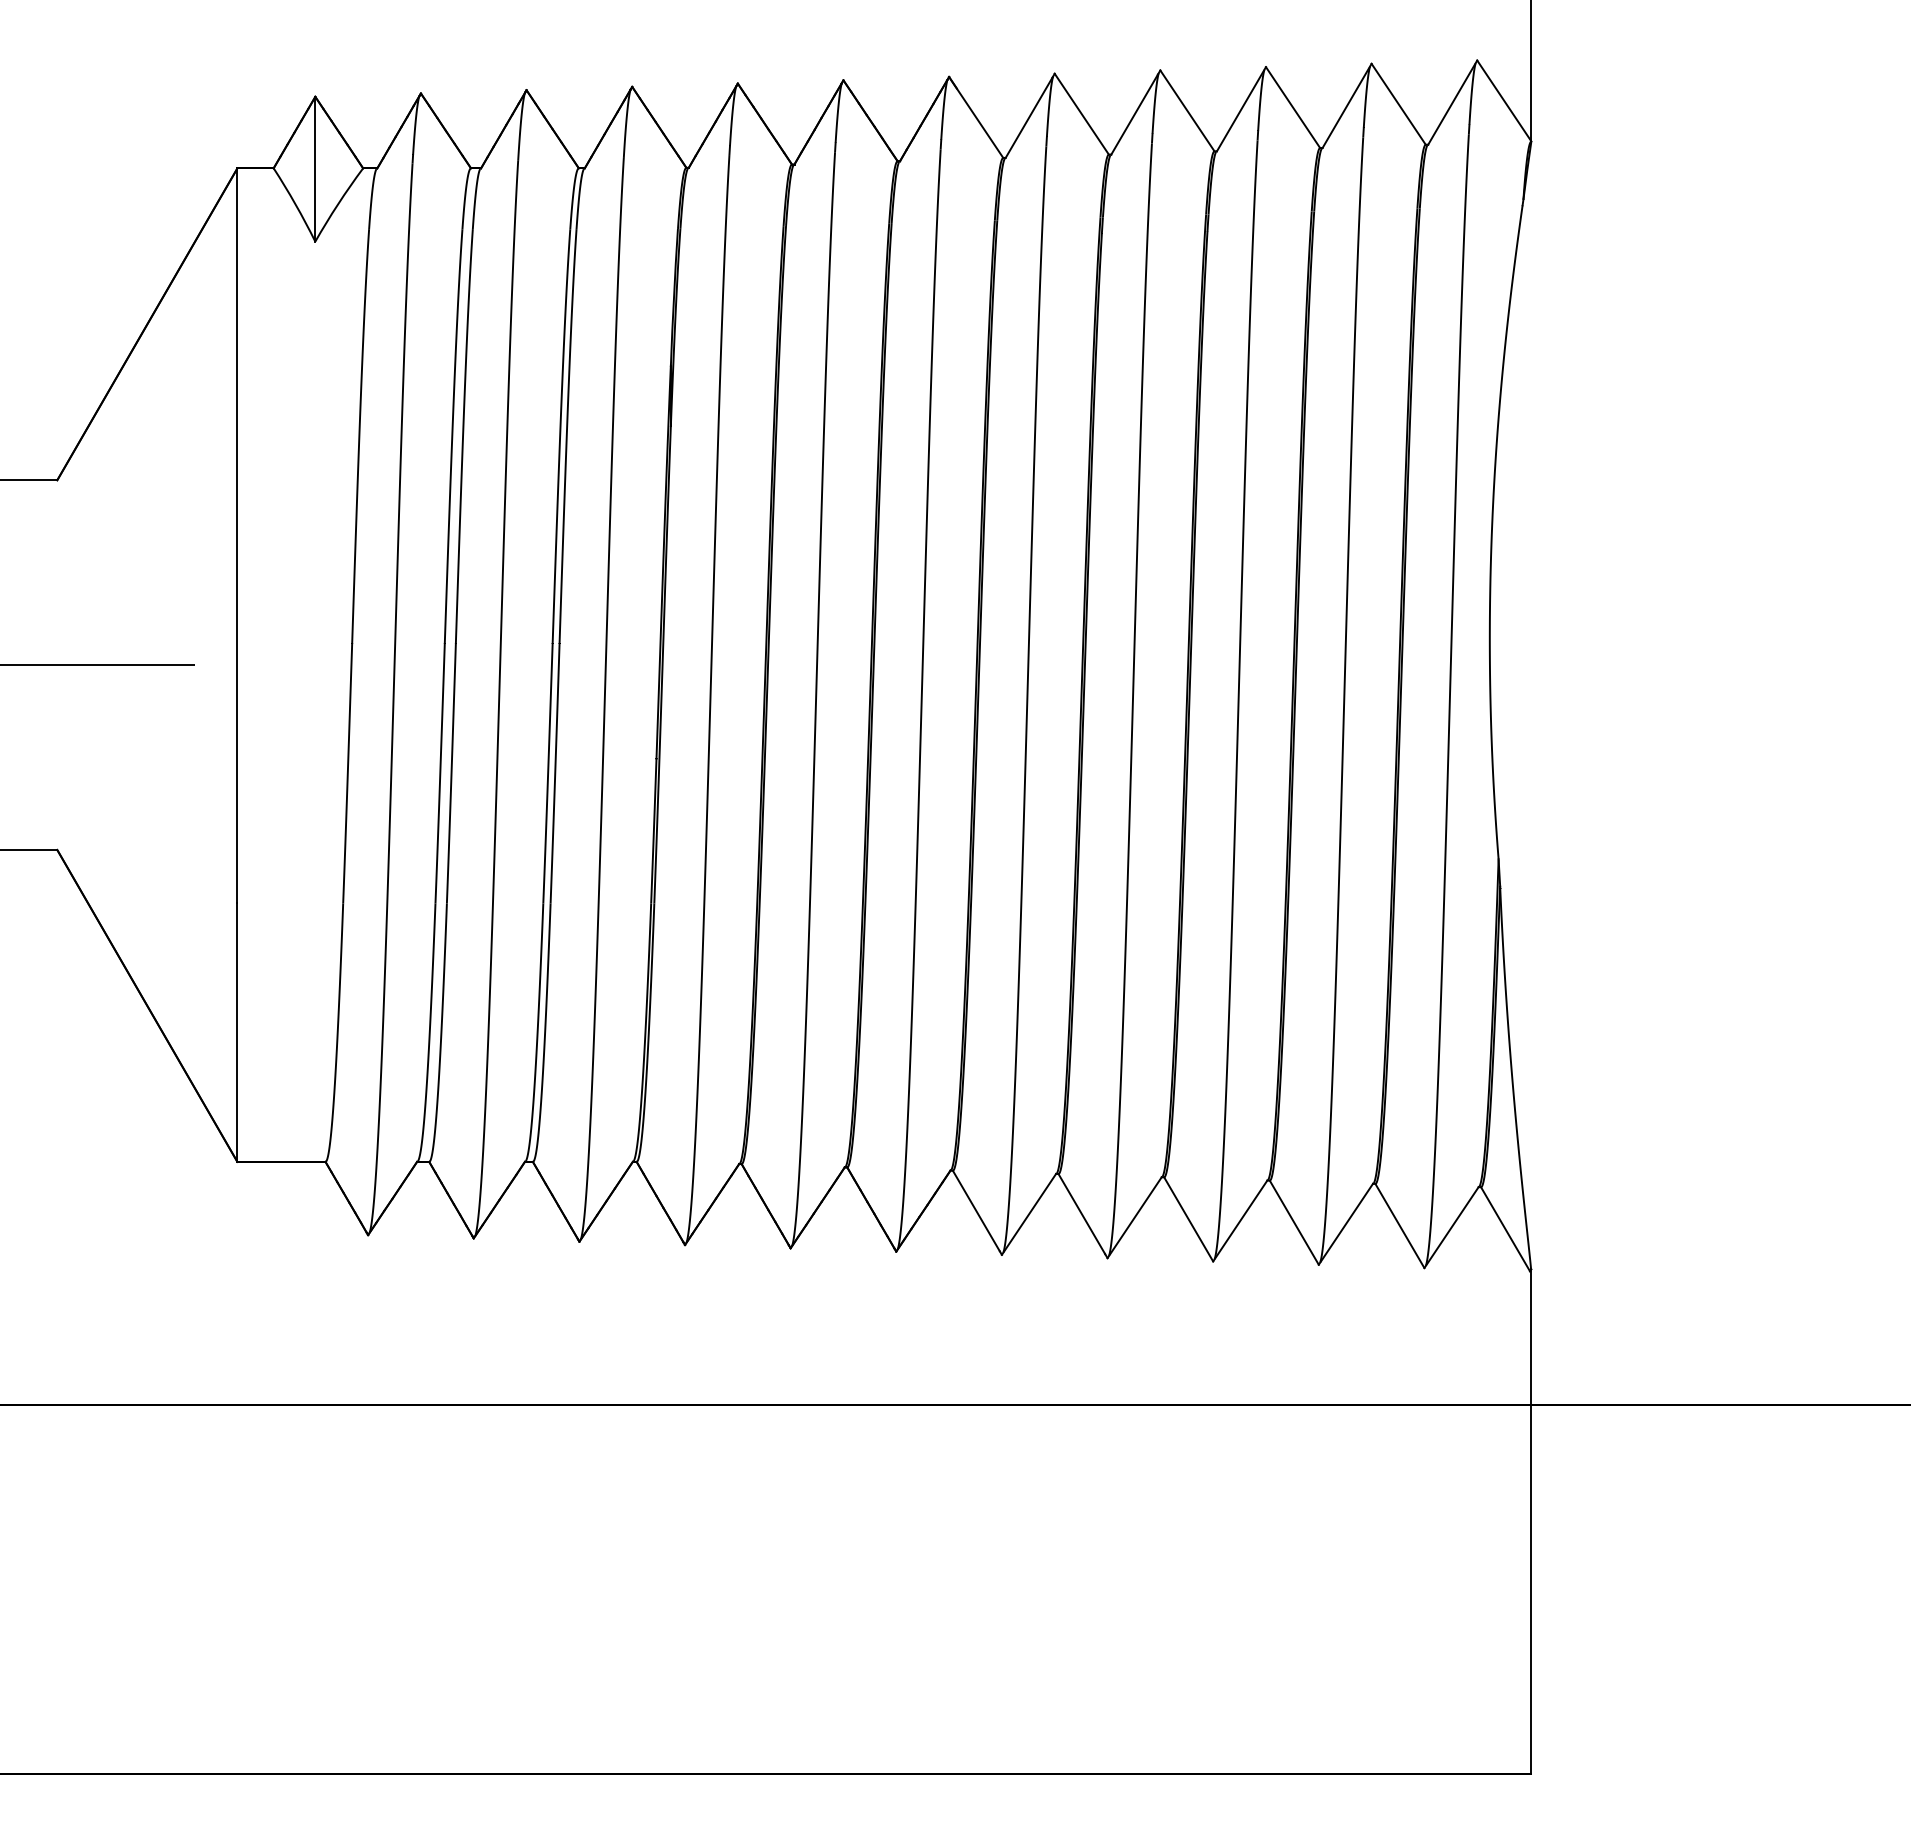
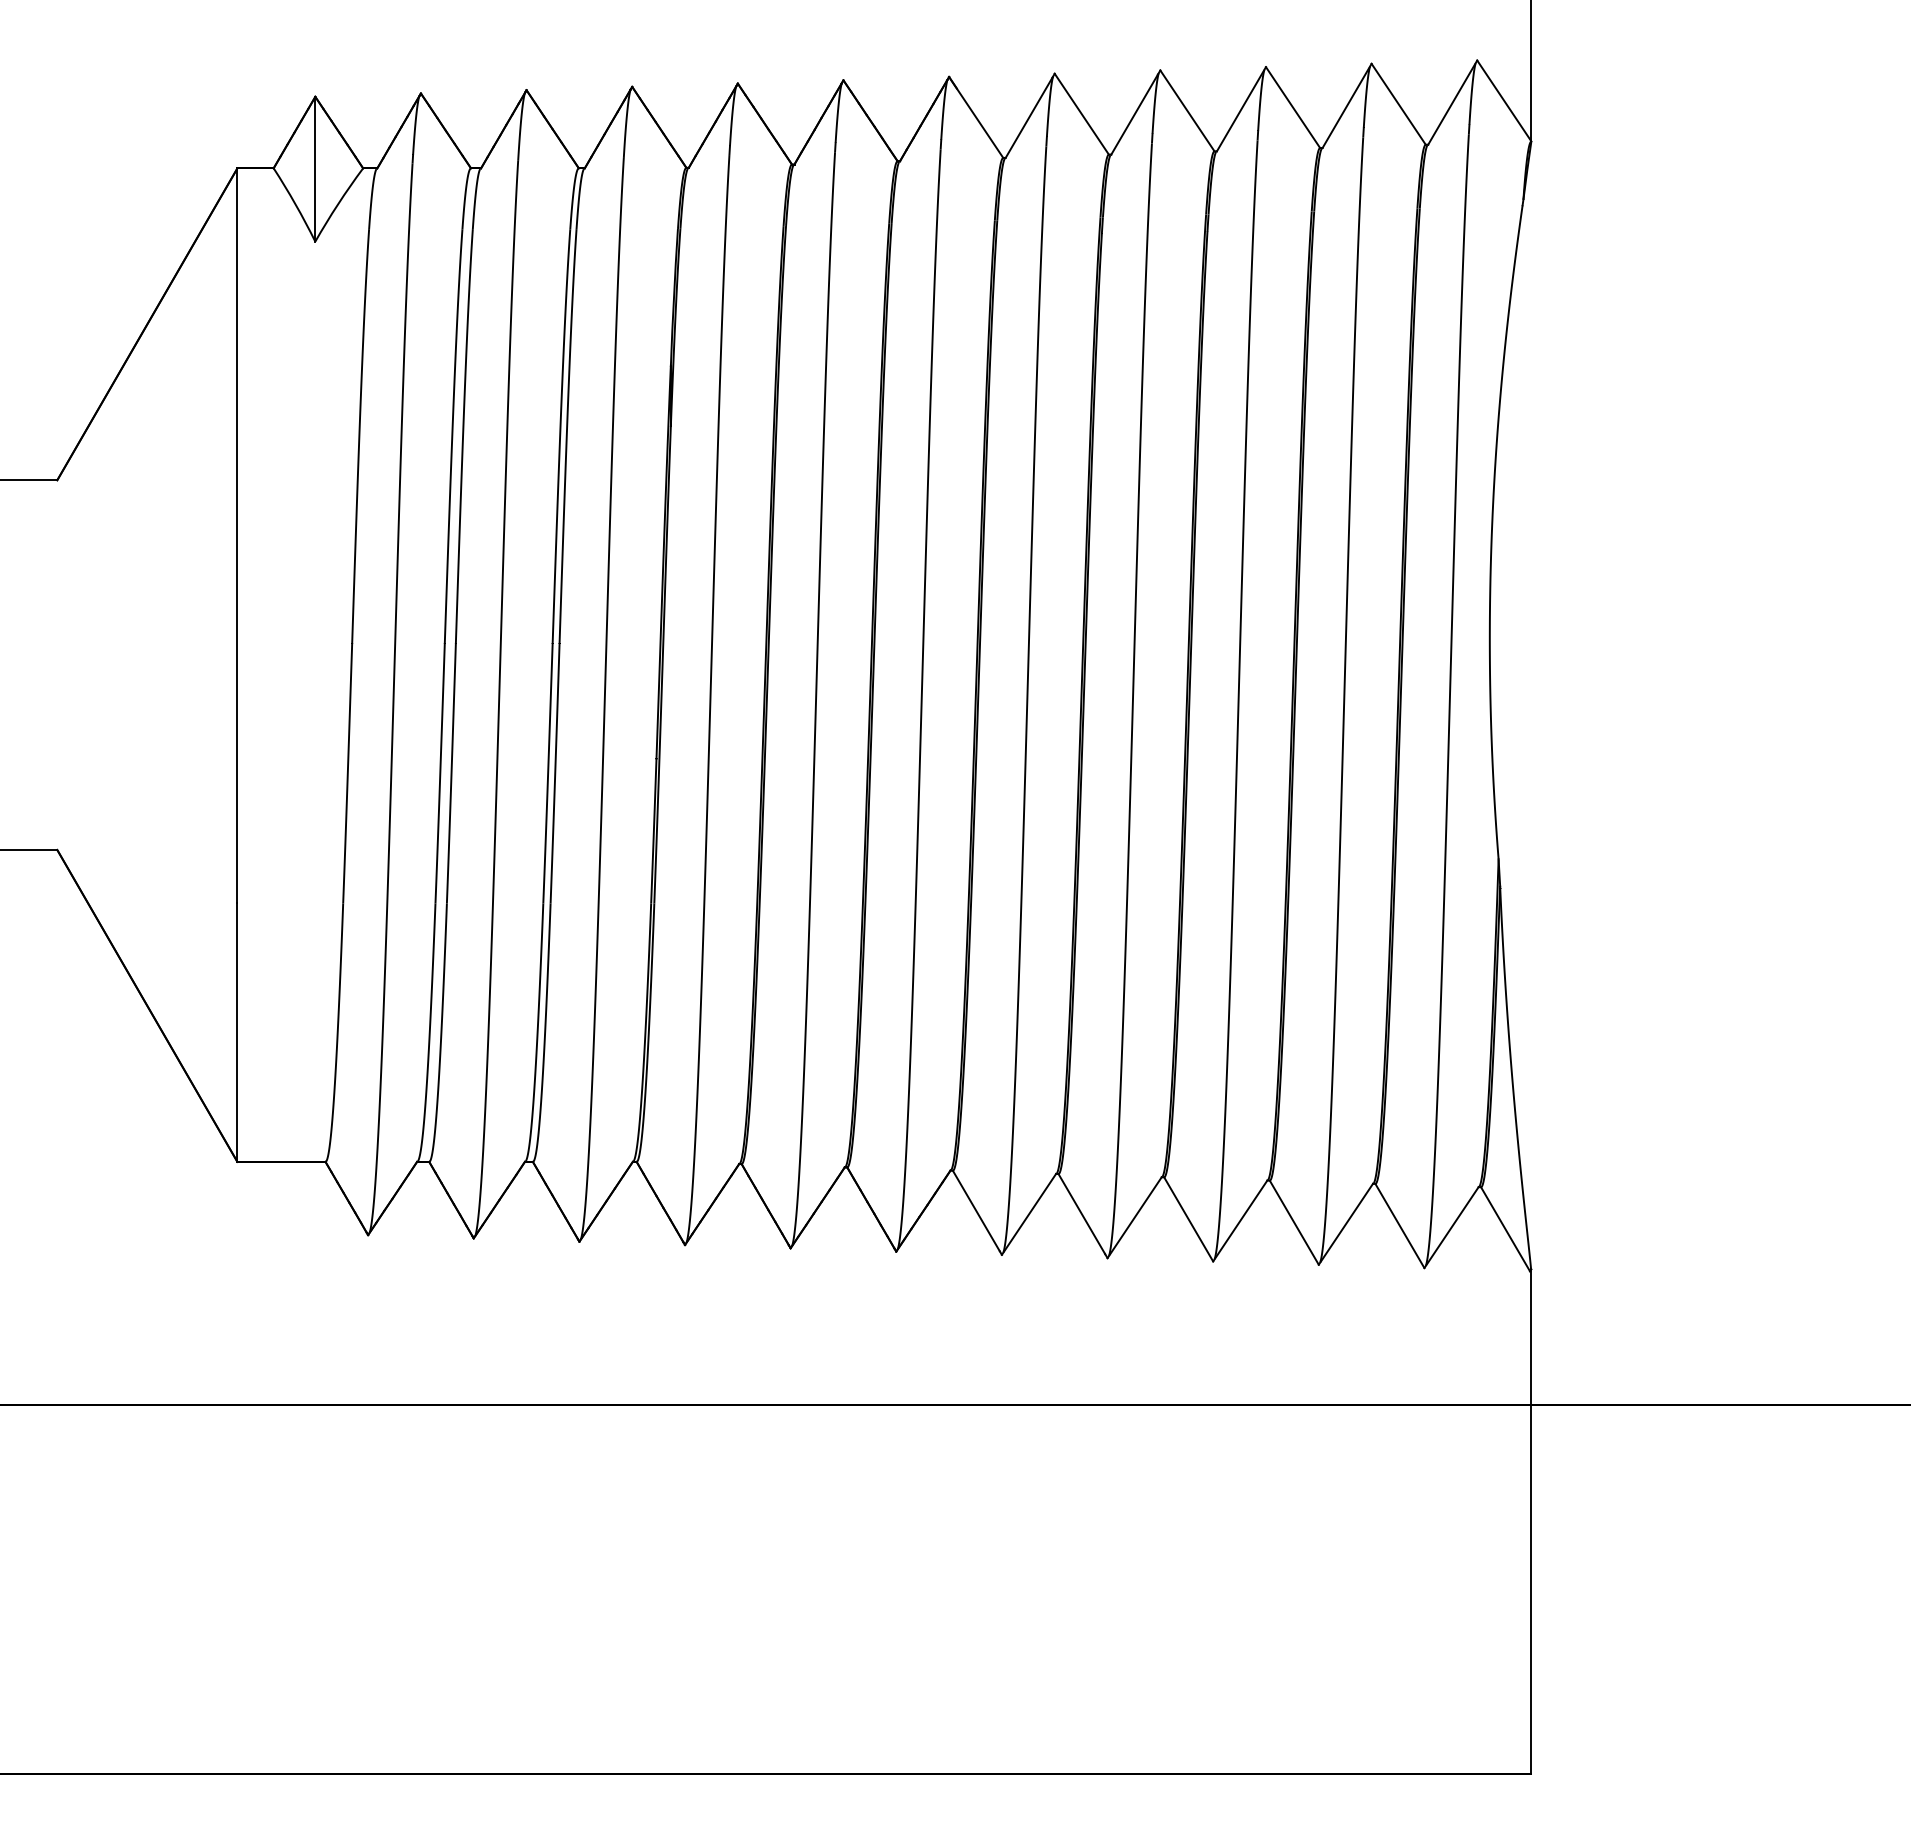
line at (98, 665): present -> none
